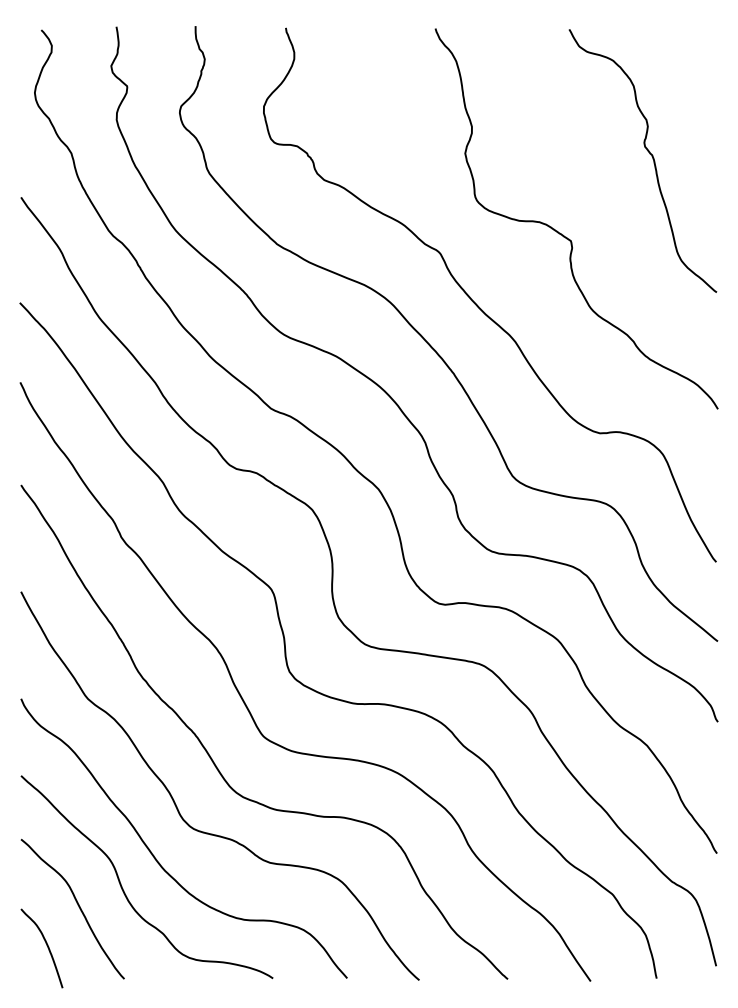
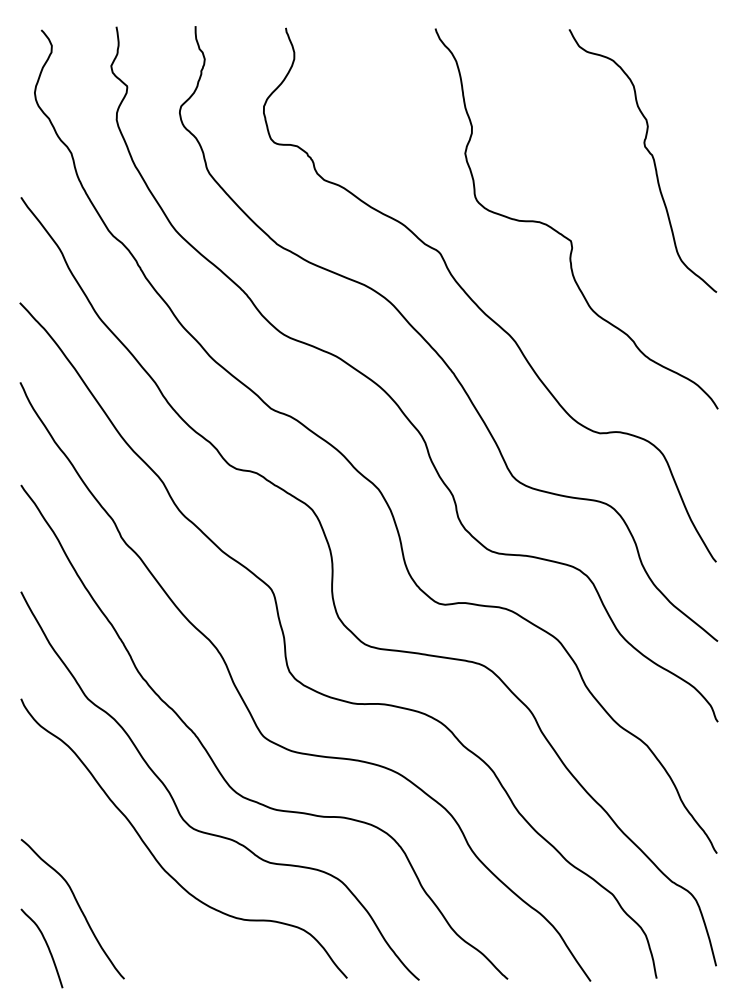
curve at (123, 888): present -> none
